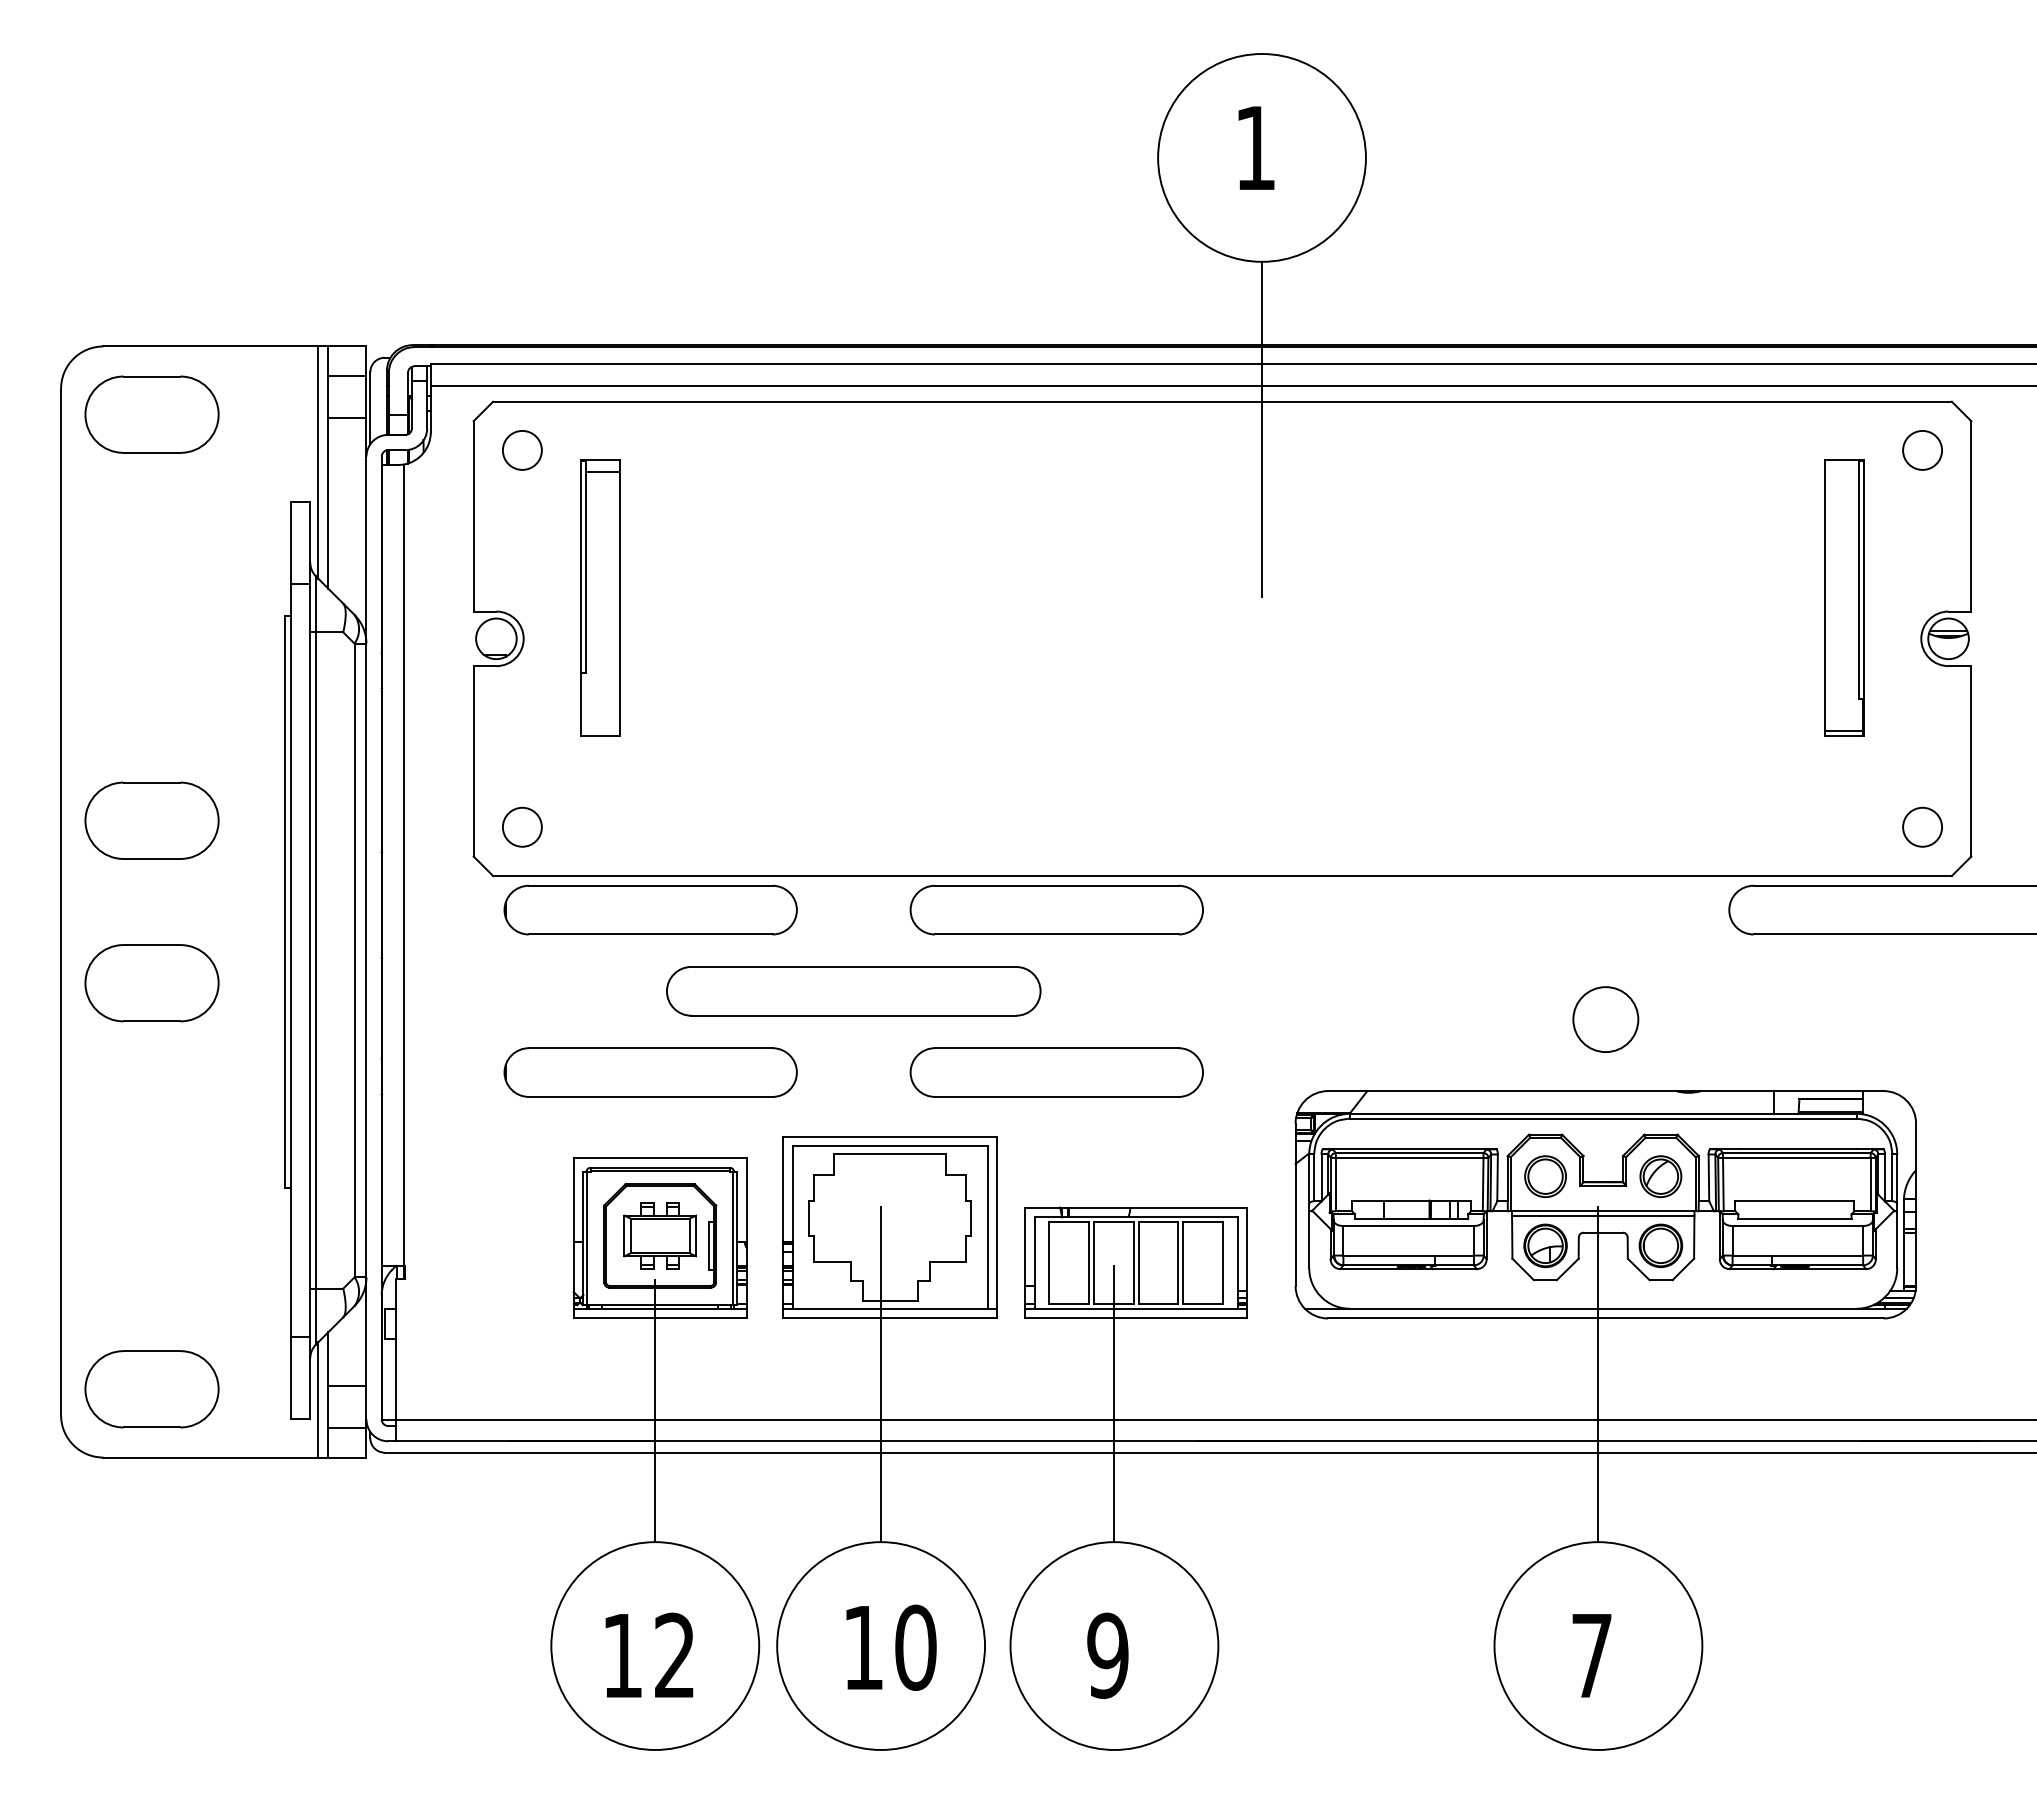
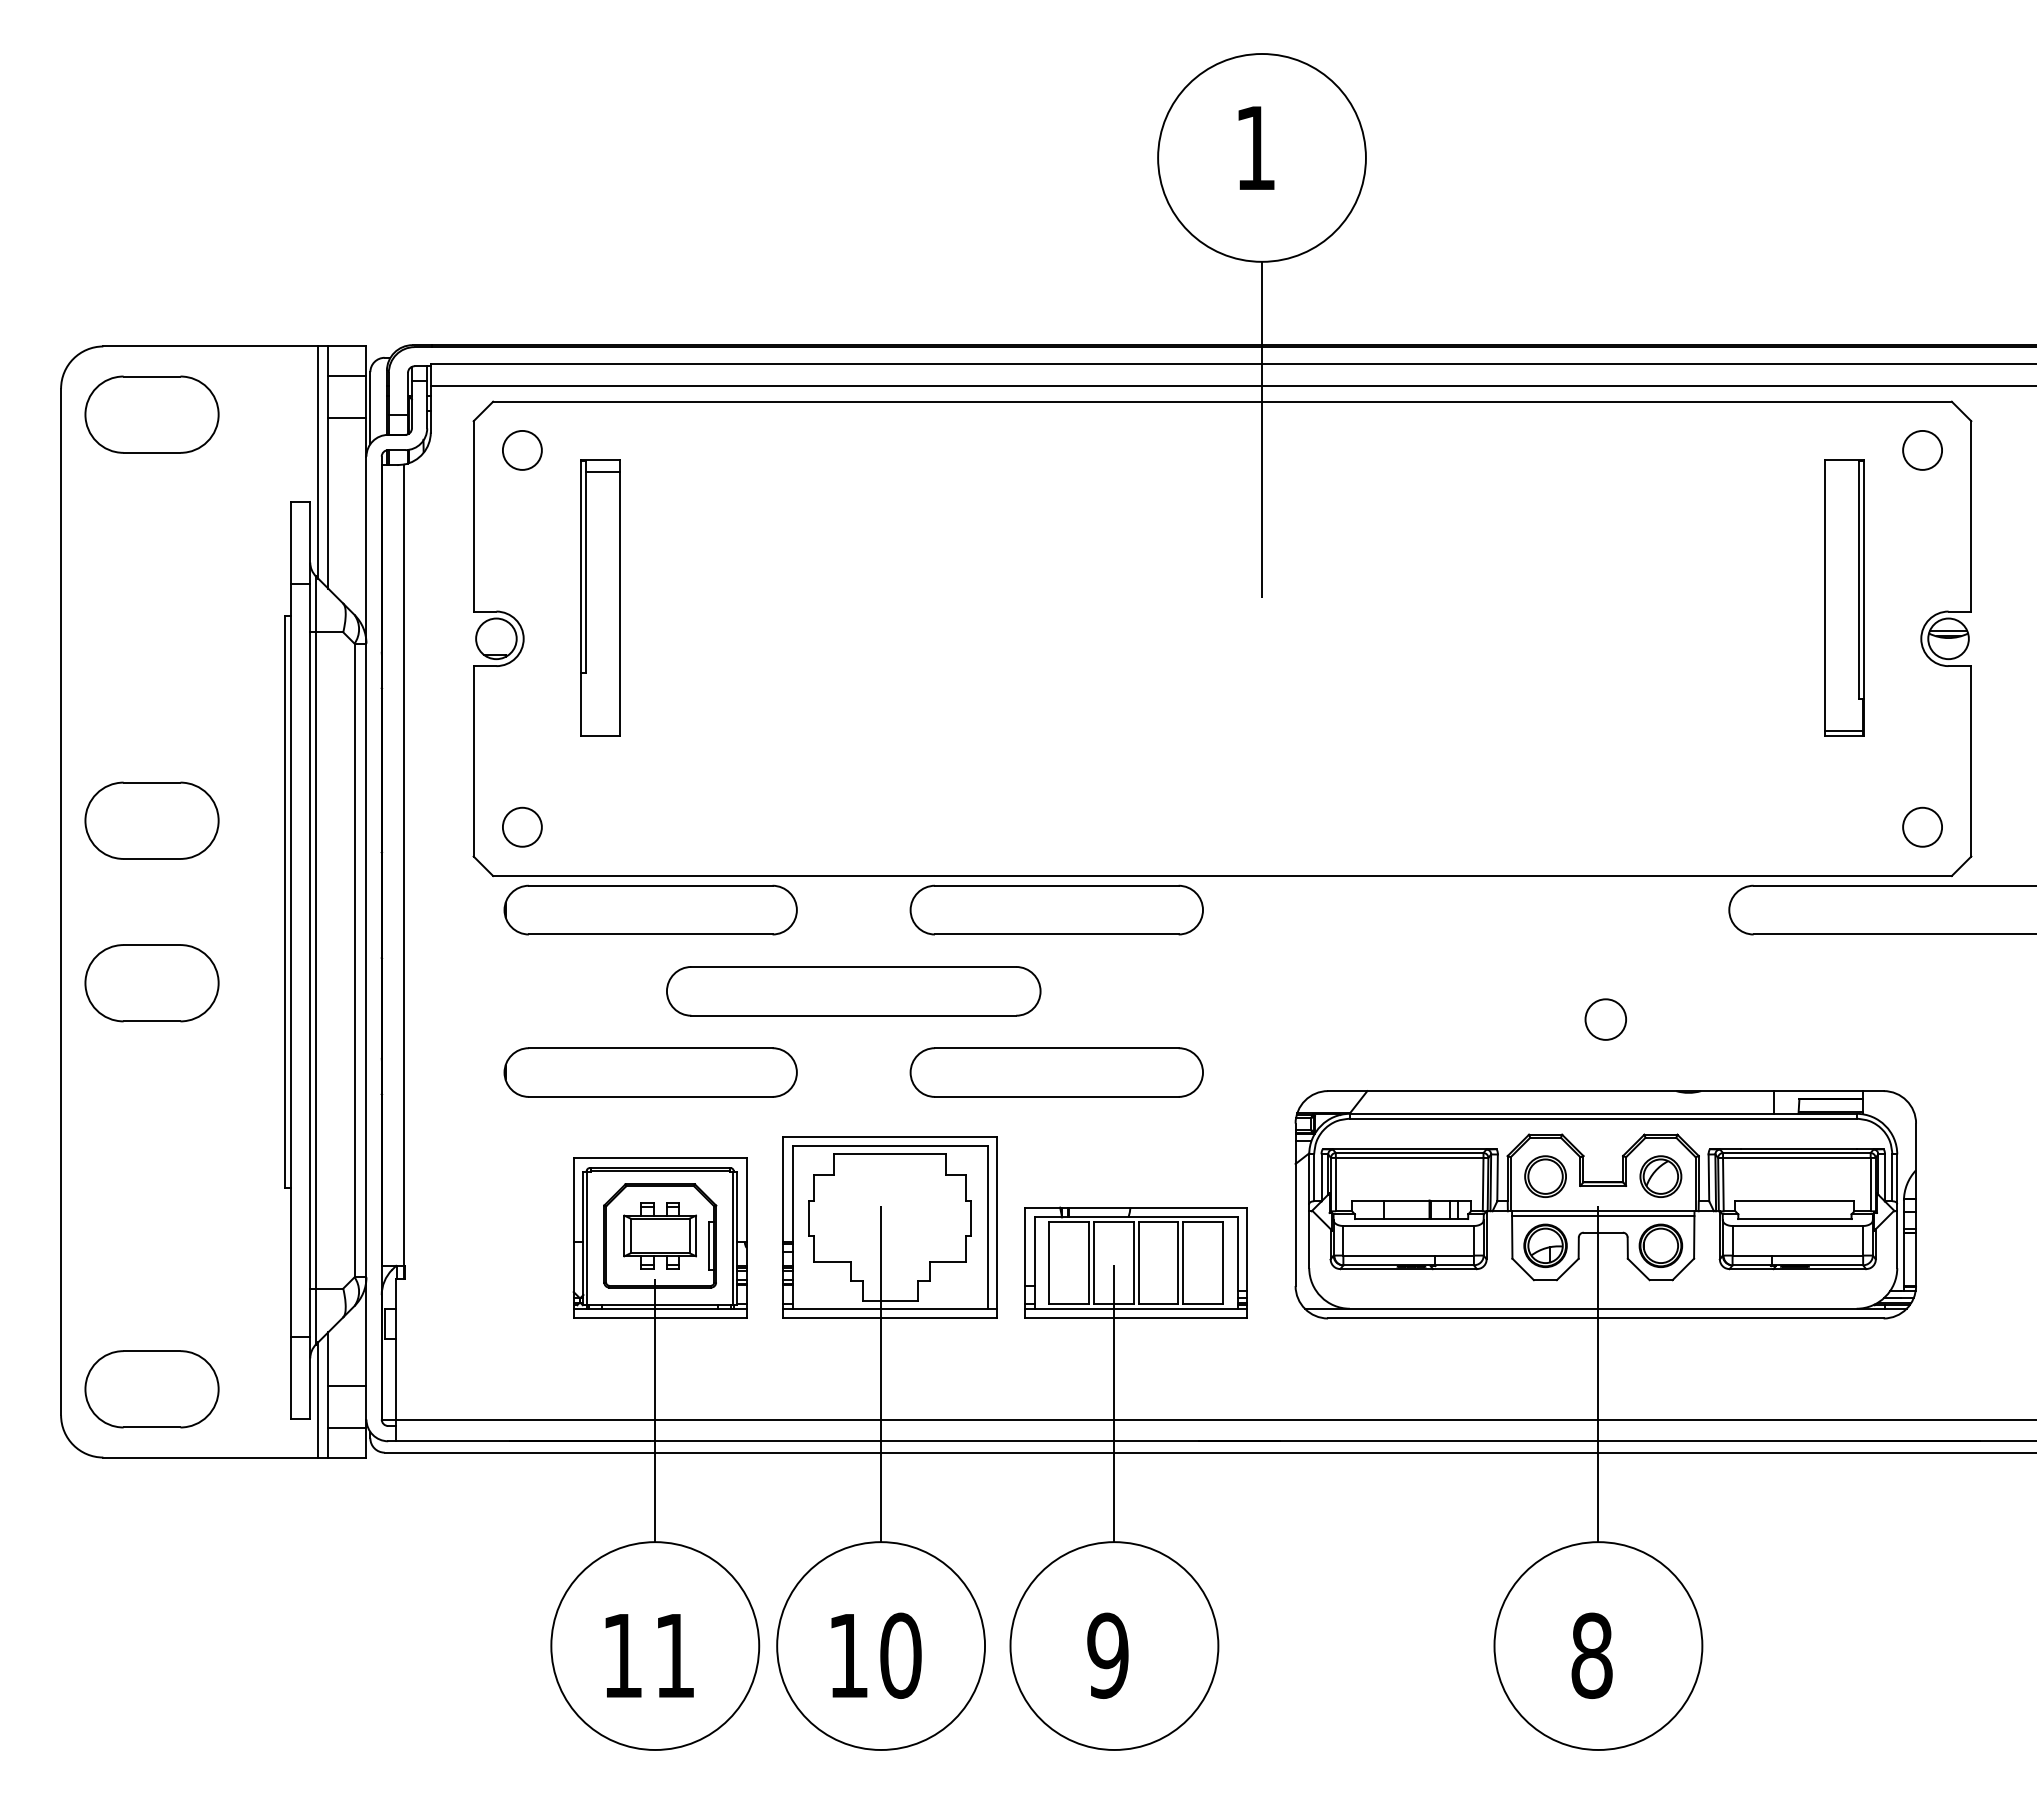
circle at (1605, 1019) diameter: 65 px -> 41 px
text at (891, 1647) position: (891, 1647) -> (876, 1655)
text at (674, 1654): 12 -> 11
text at (1591, 1655): 7 -> 8
